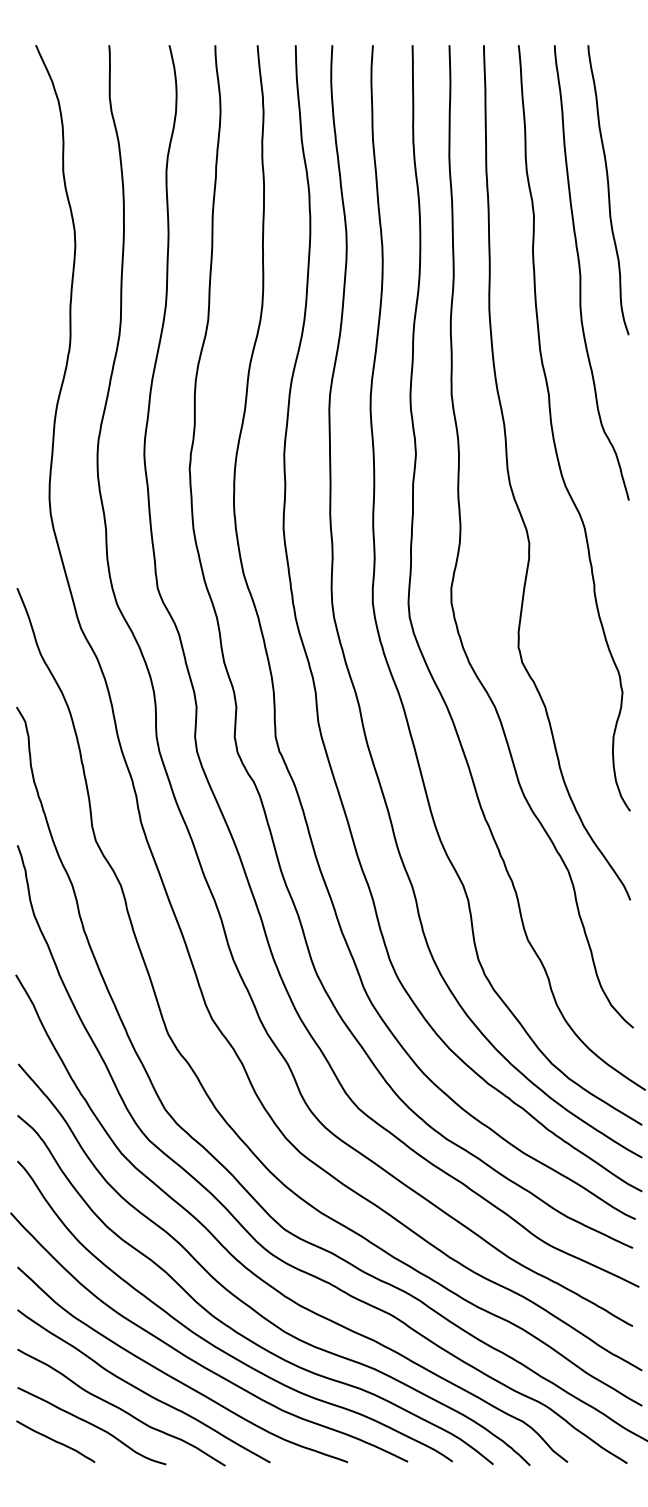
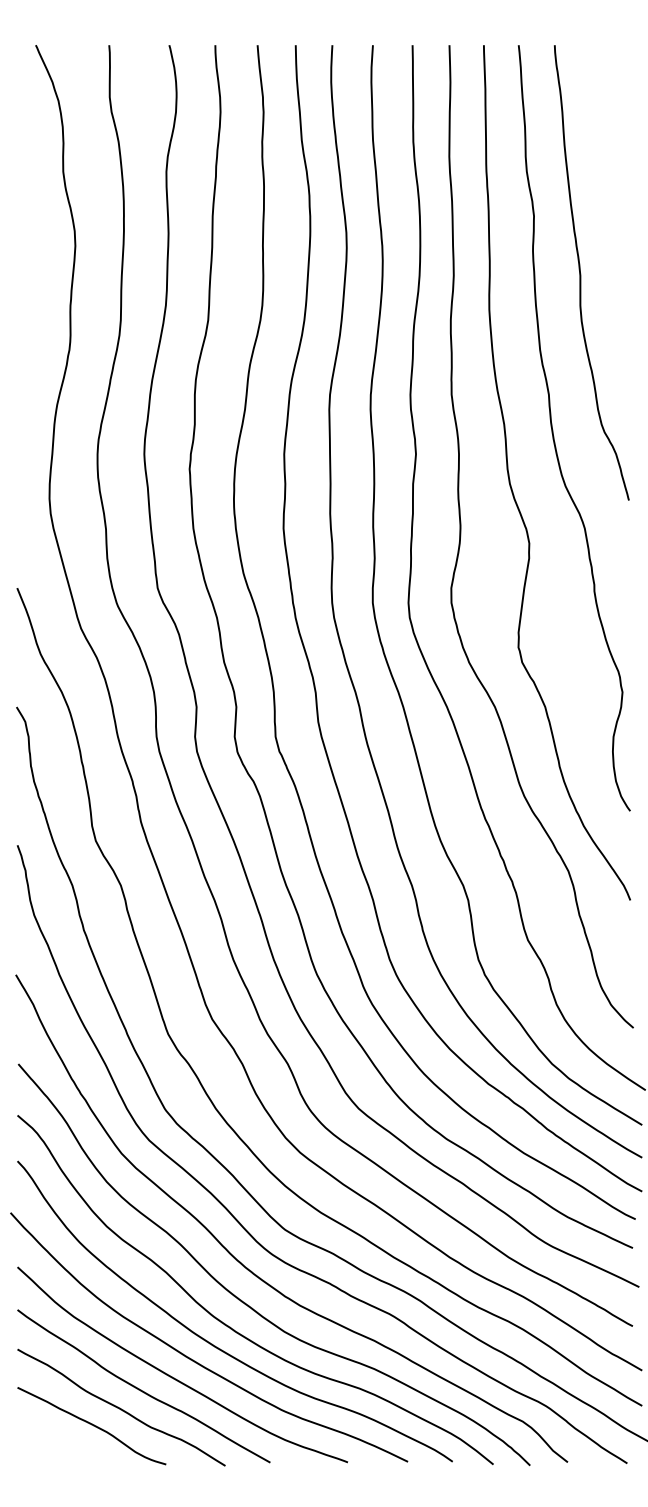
curve at (608, 190): present -> none
curve at (55, 1441): present -> none
